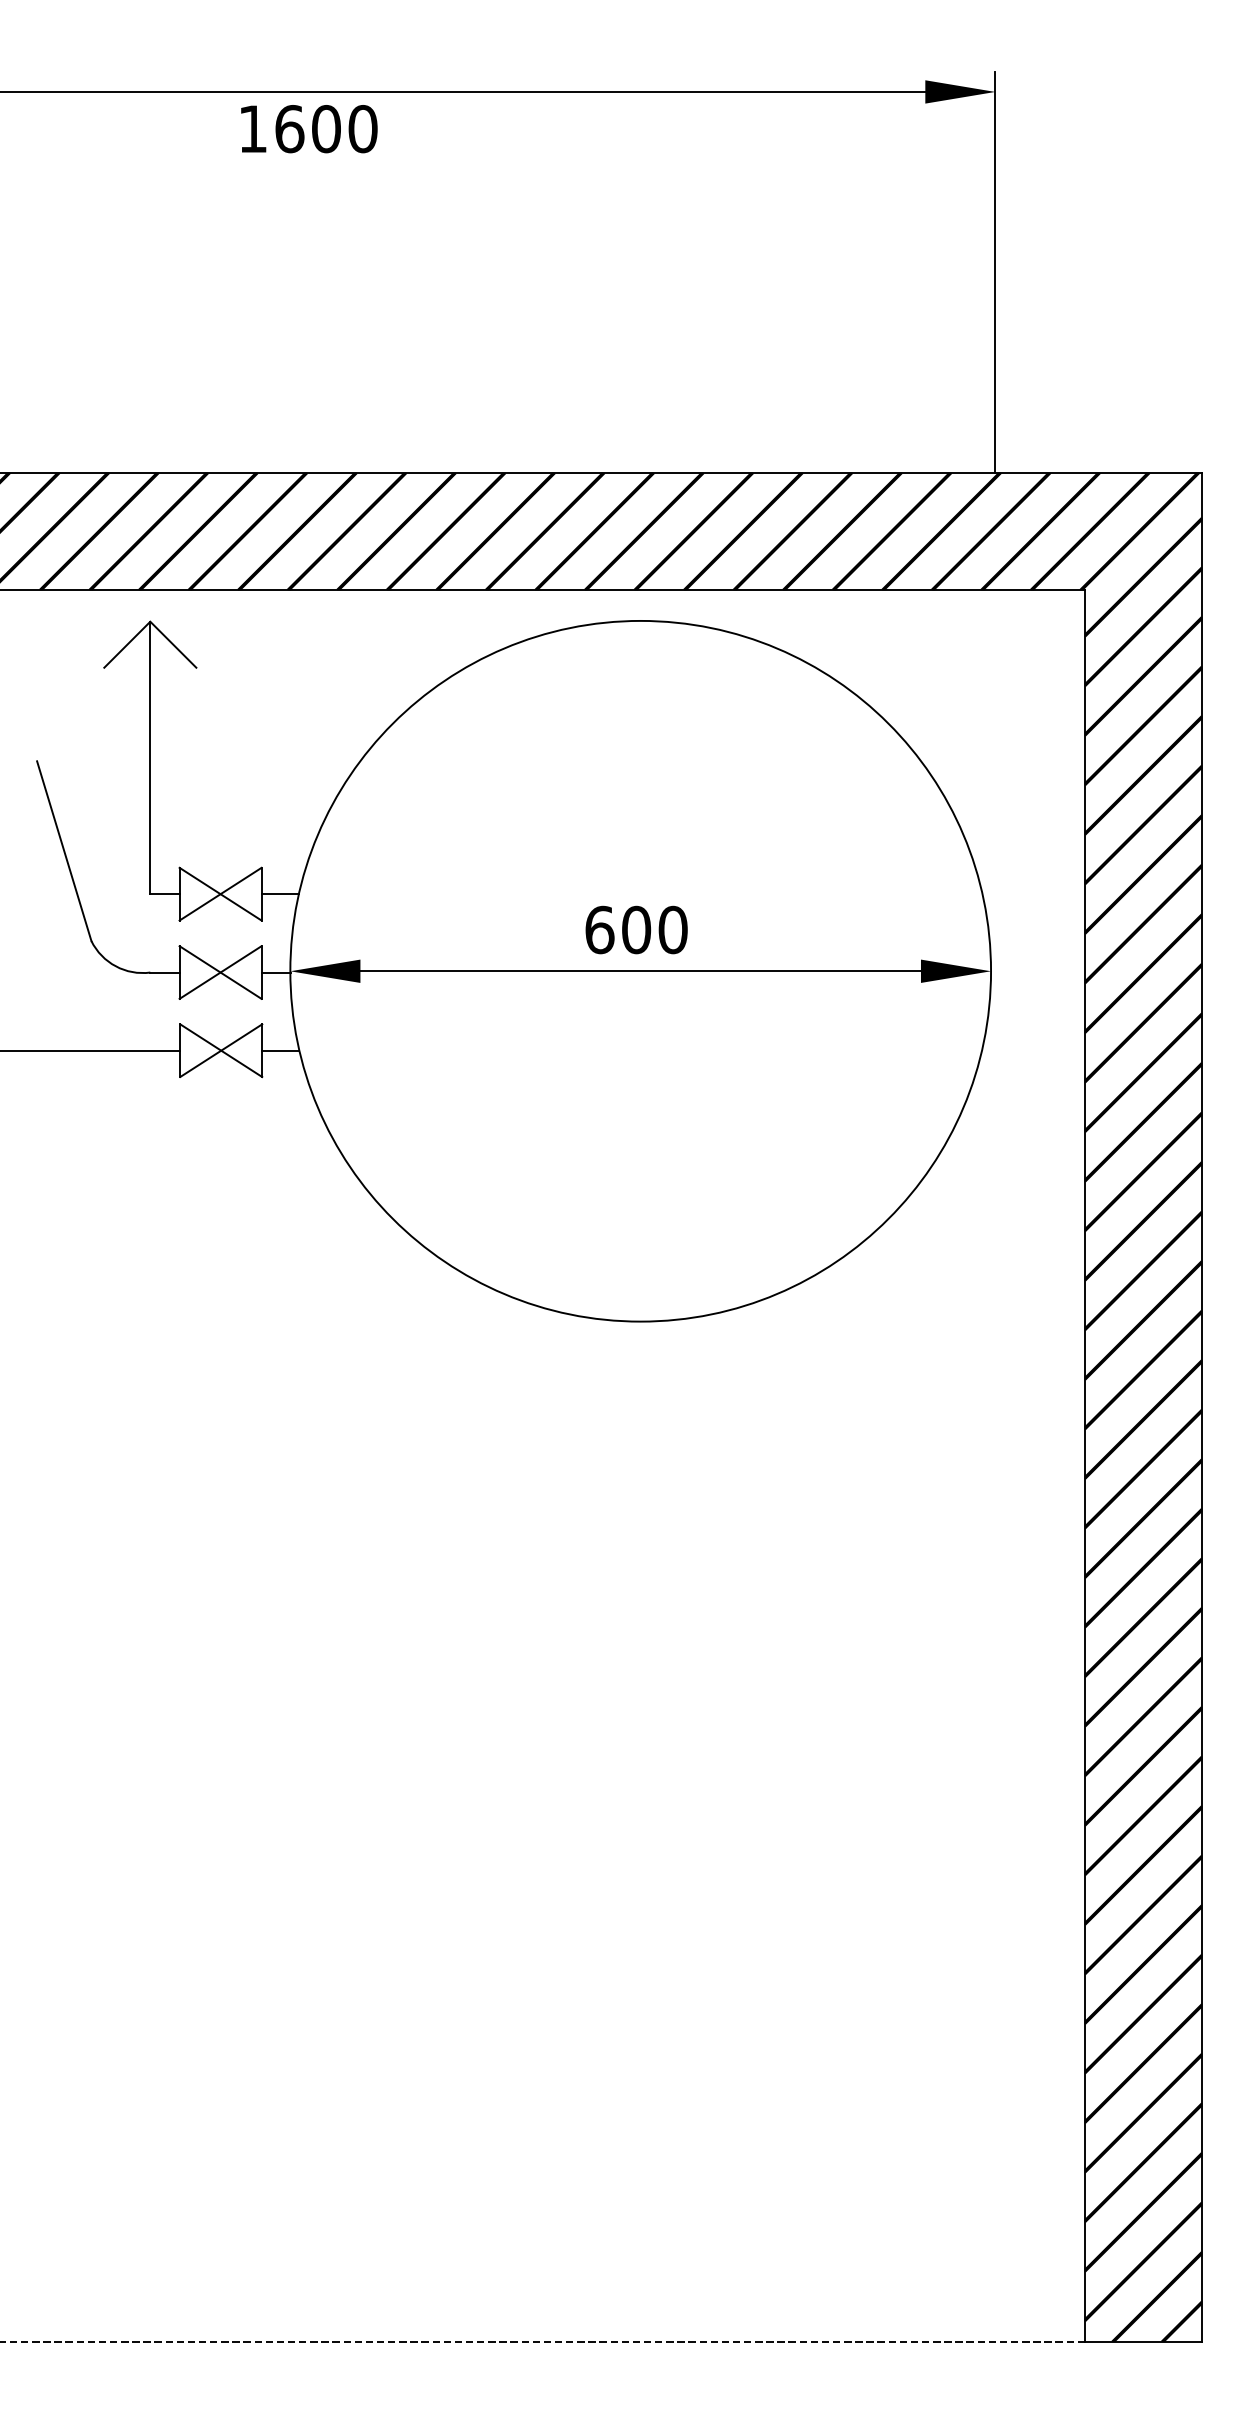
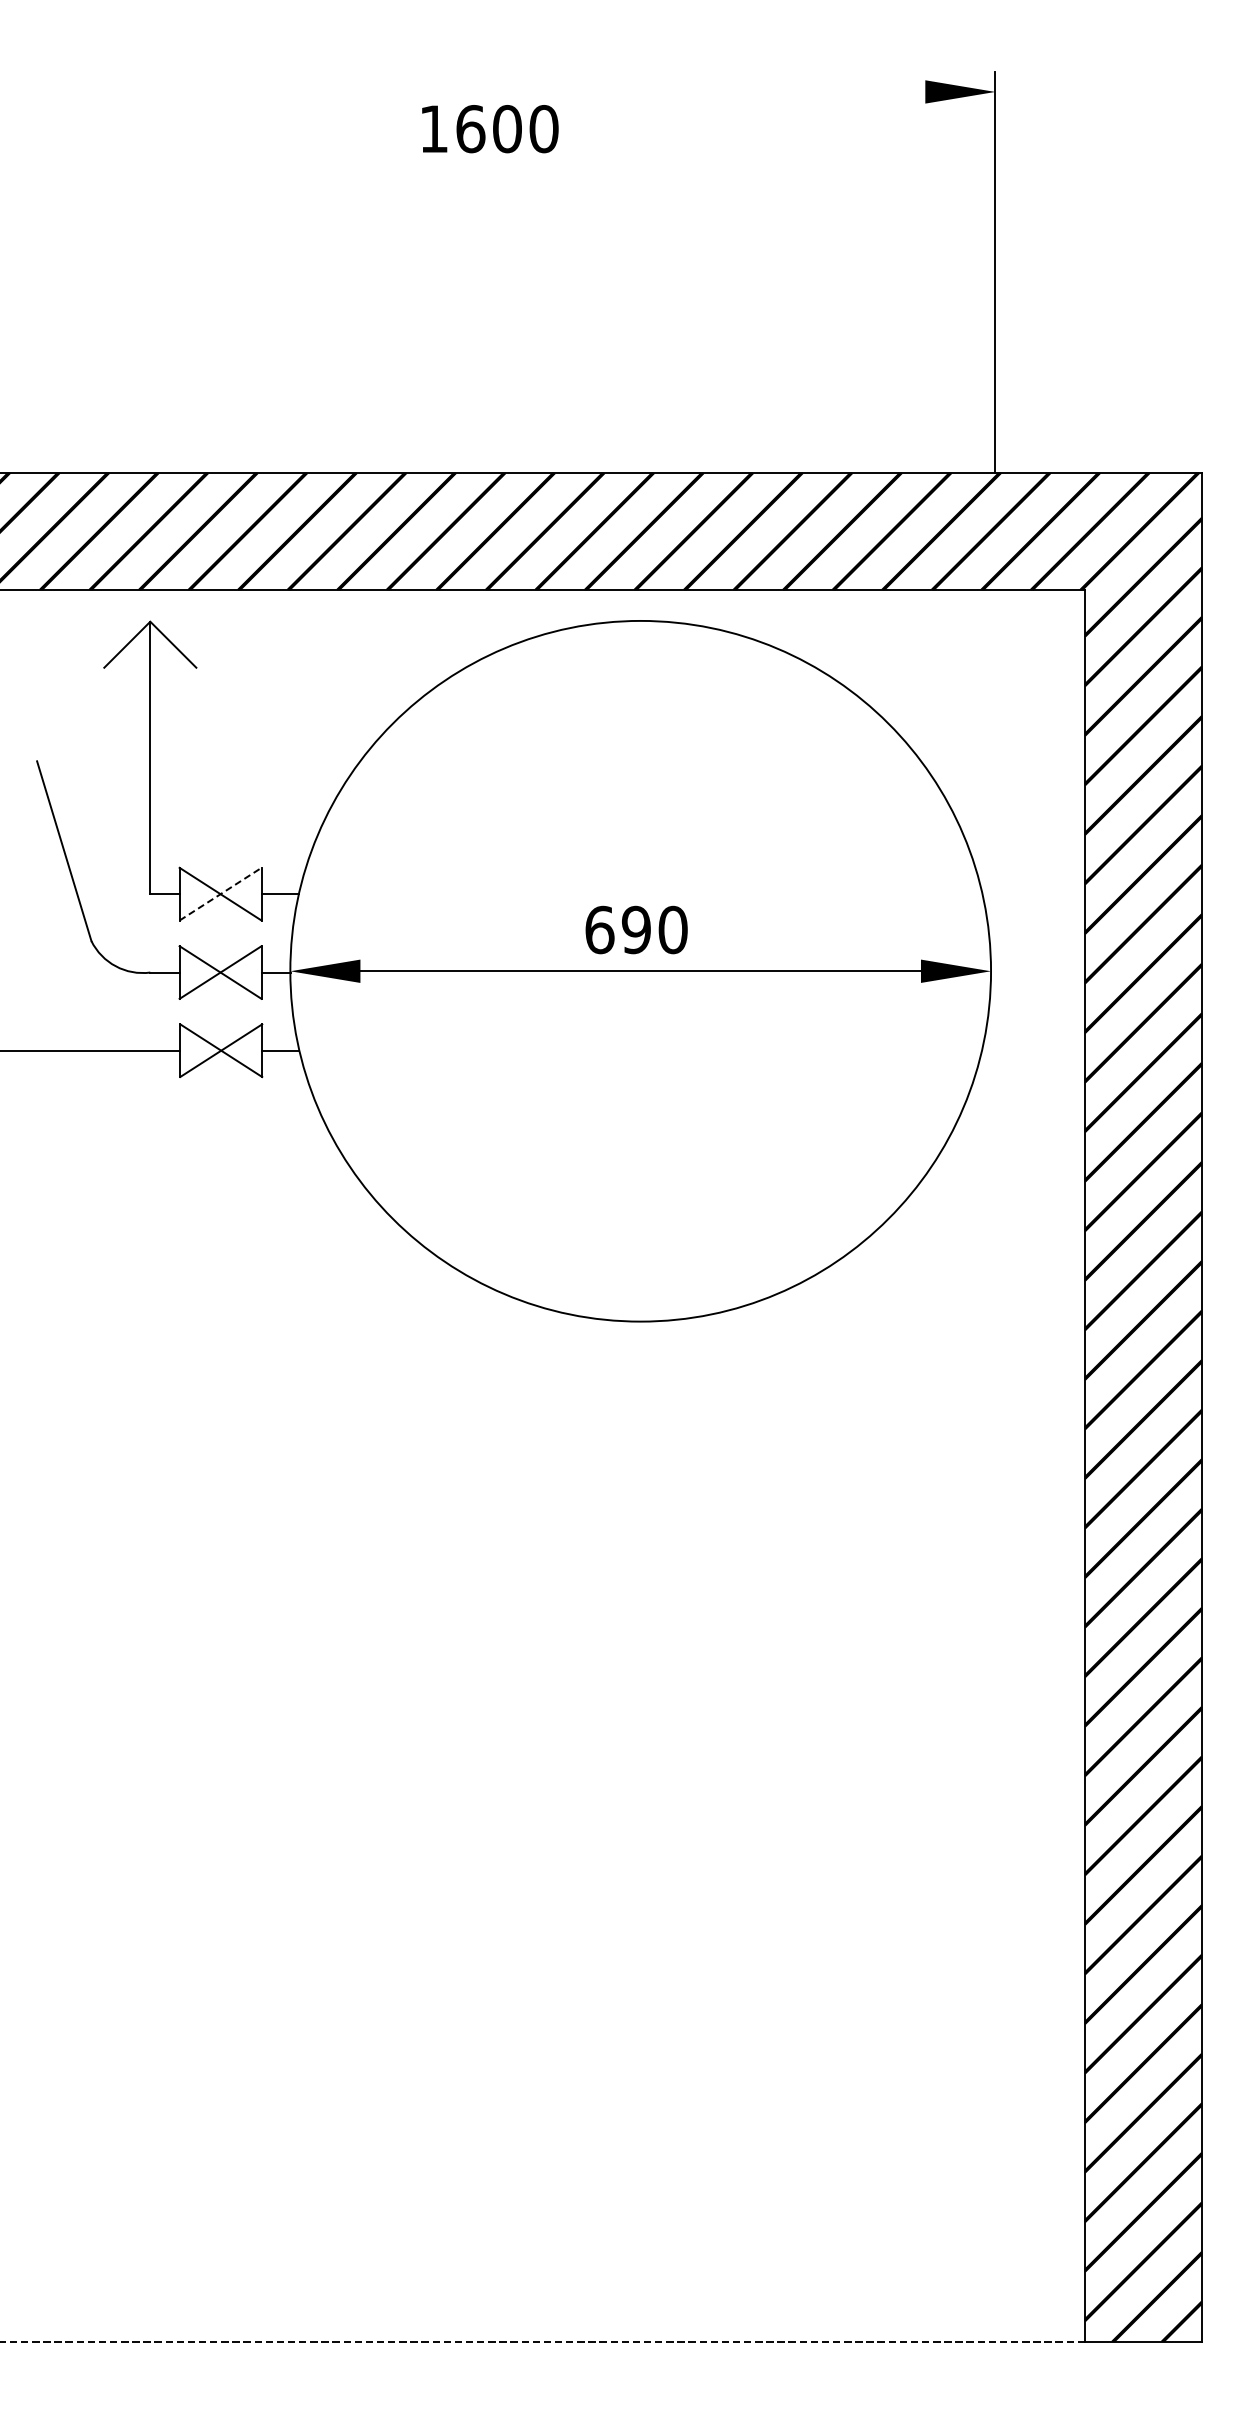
line at (463, 91): present -> none
text at (309, 129) position: (309, 129) -> (490, 129)
line at (220, 894): solid -> dashed
text at (636, 930): 600 -> 690
